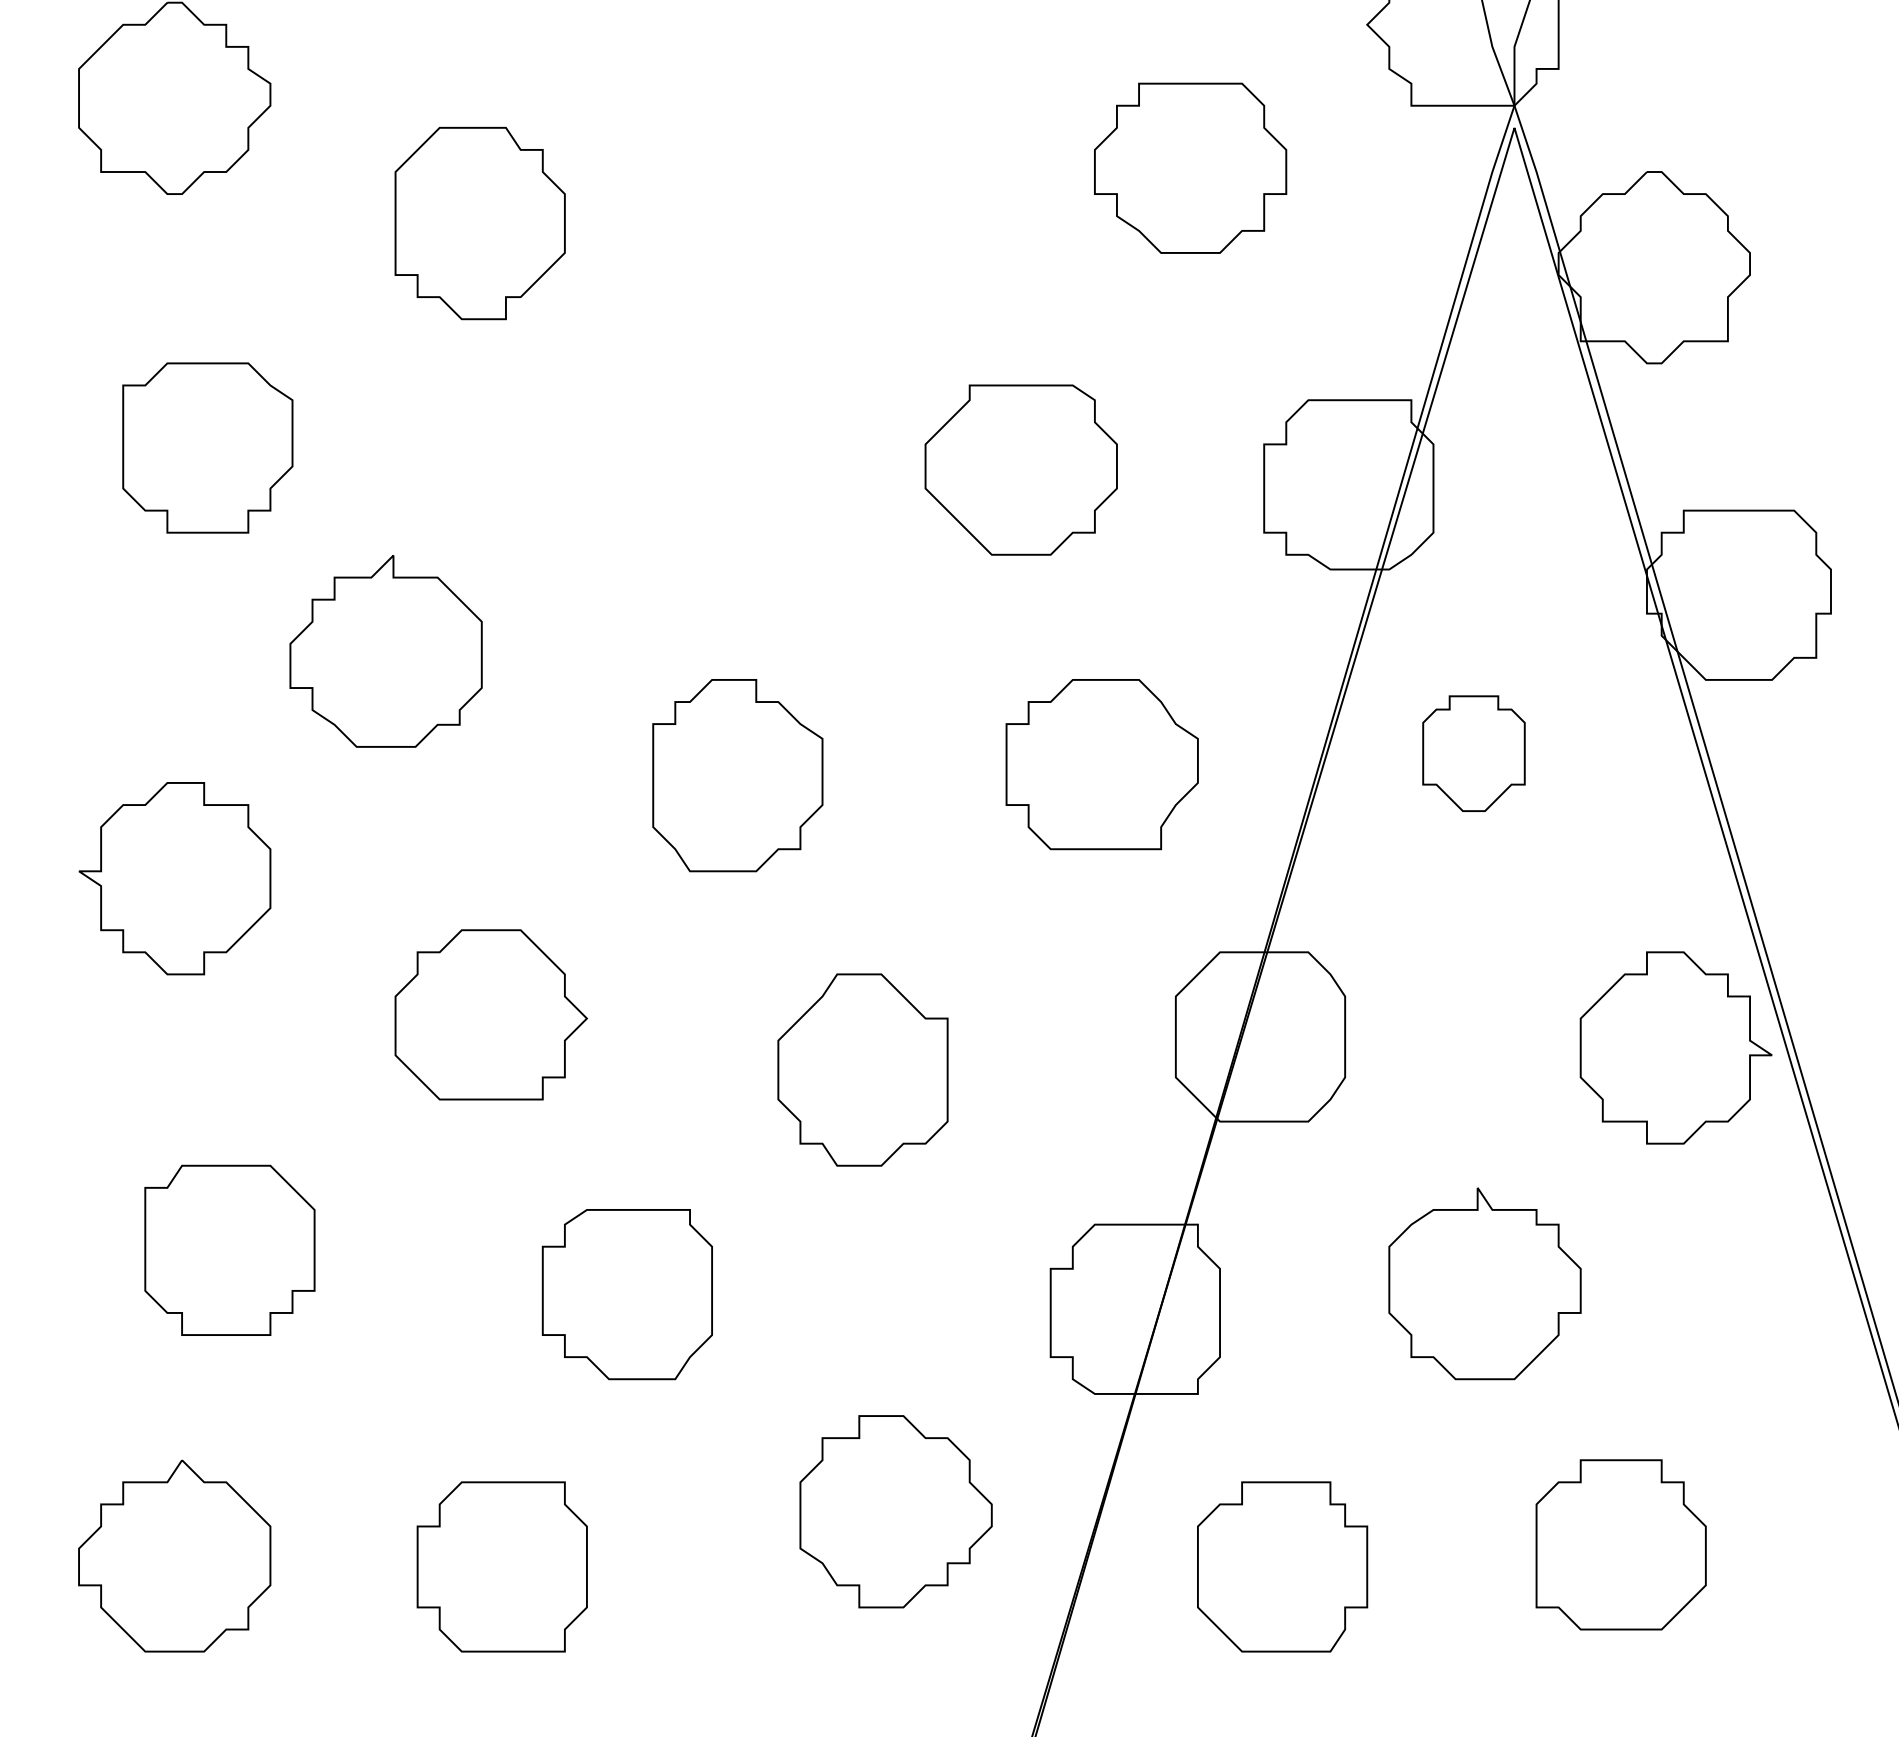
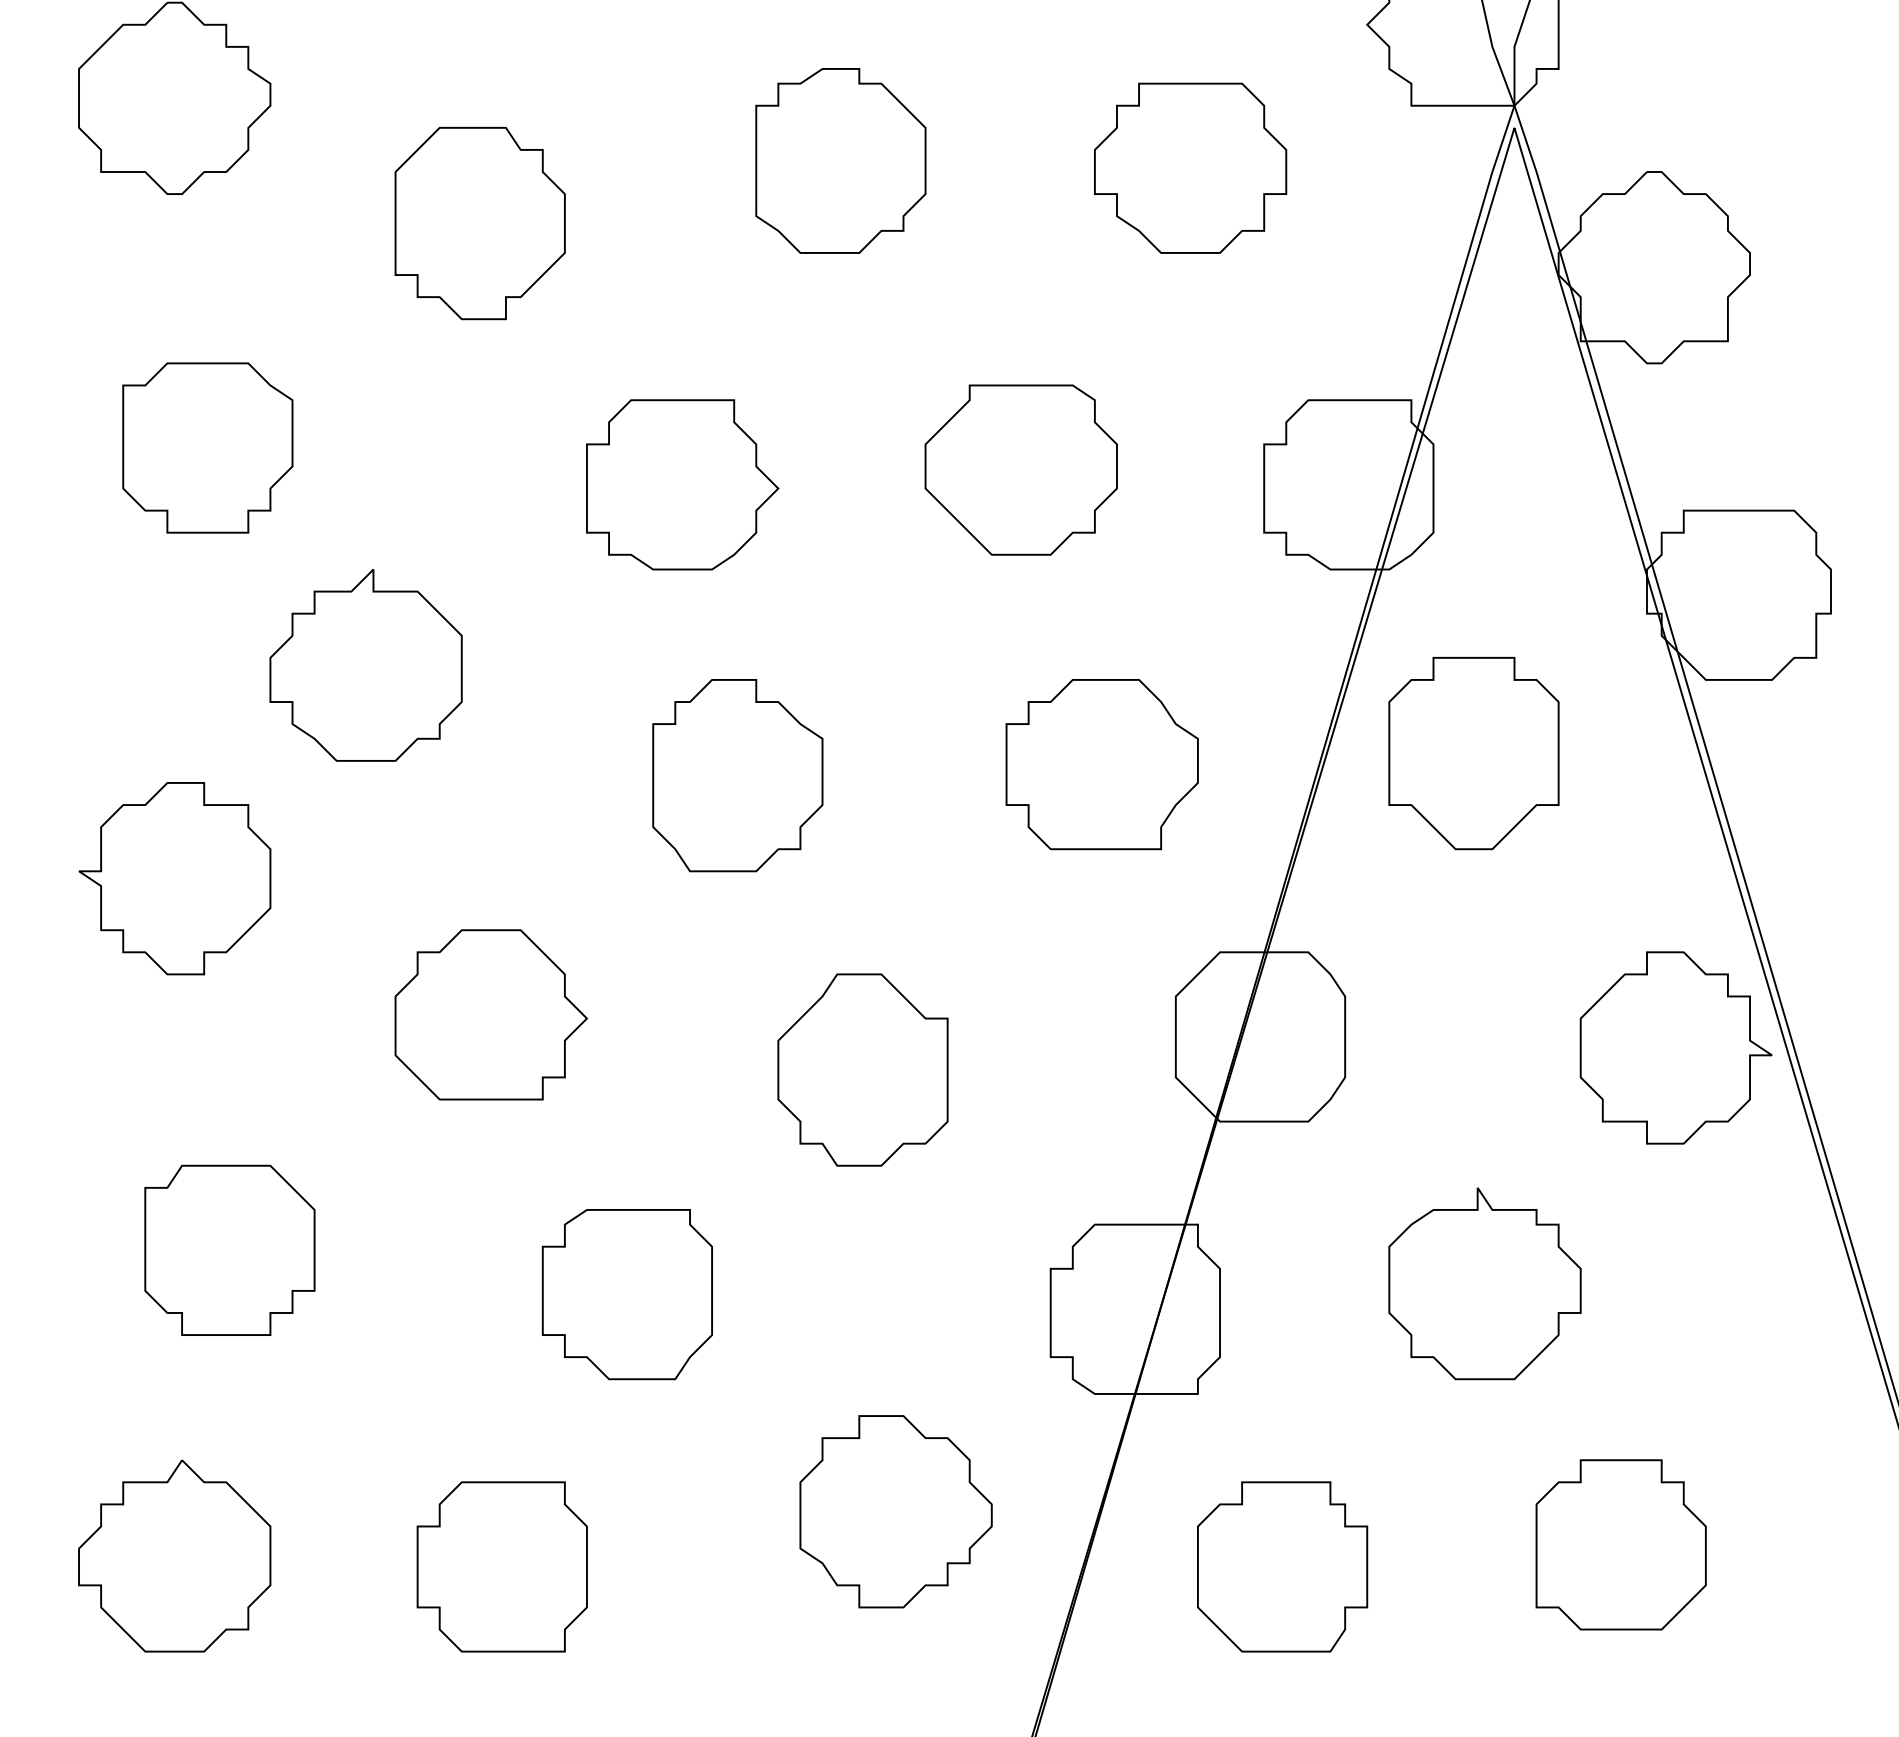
part at (840, 160): none -> present
part at (682, 484): none -> present
part at (385, 651) position: (385, 651) -> (365, 665)
part at (1473, 753) size: 104x117 px -> 172x194 px
